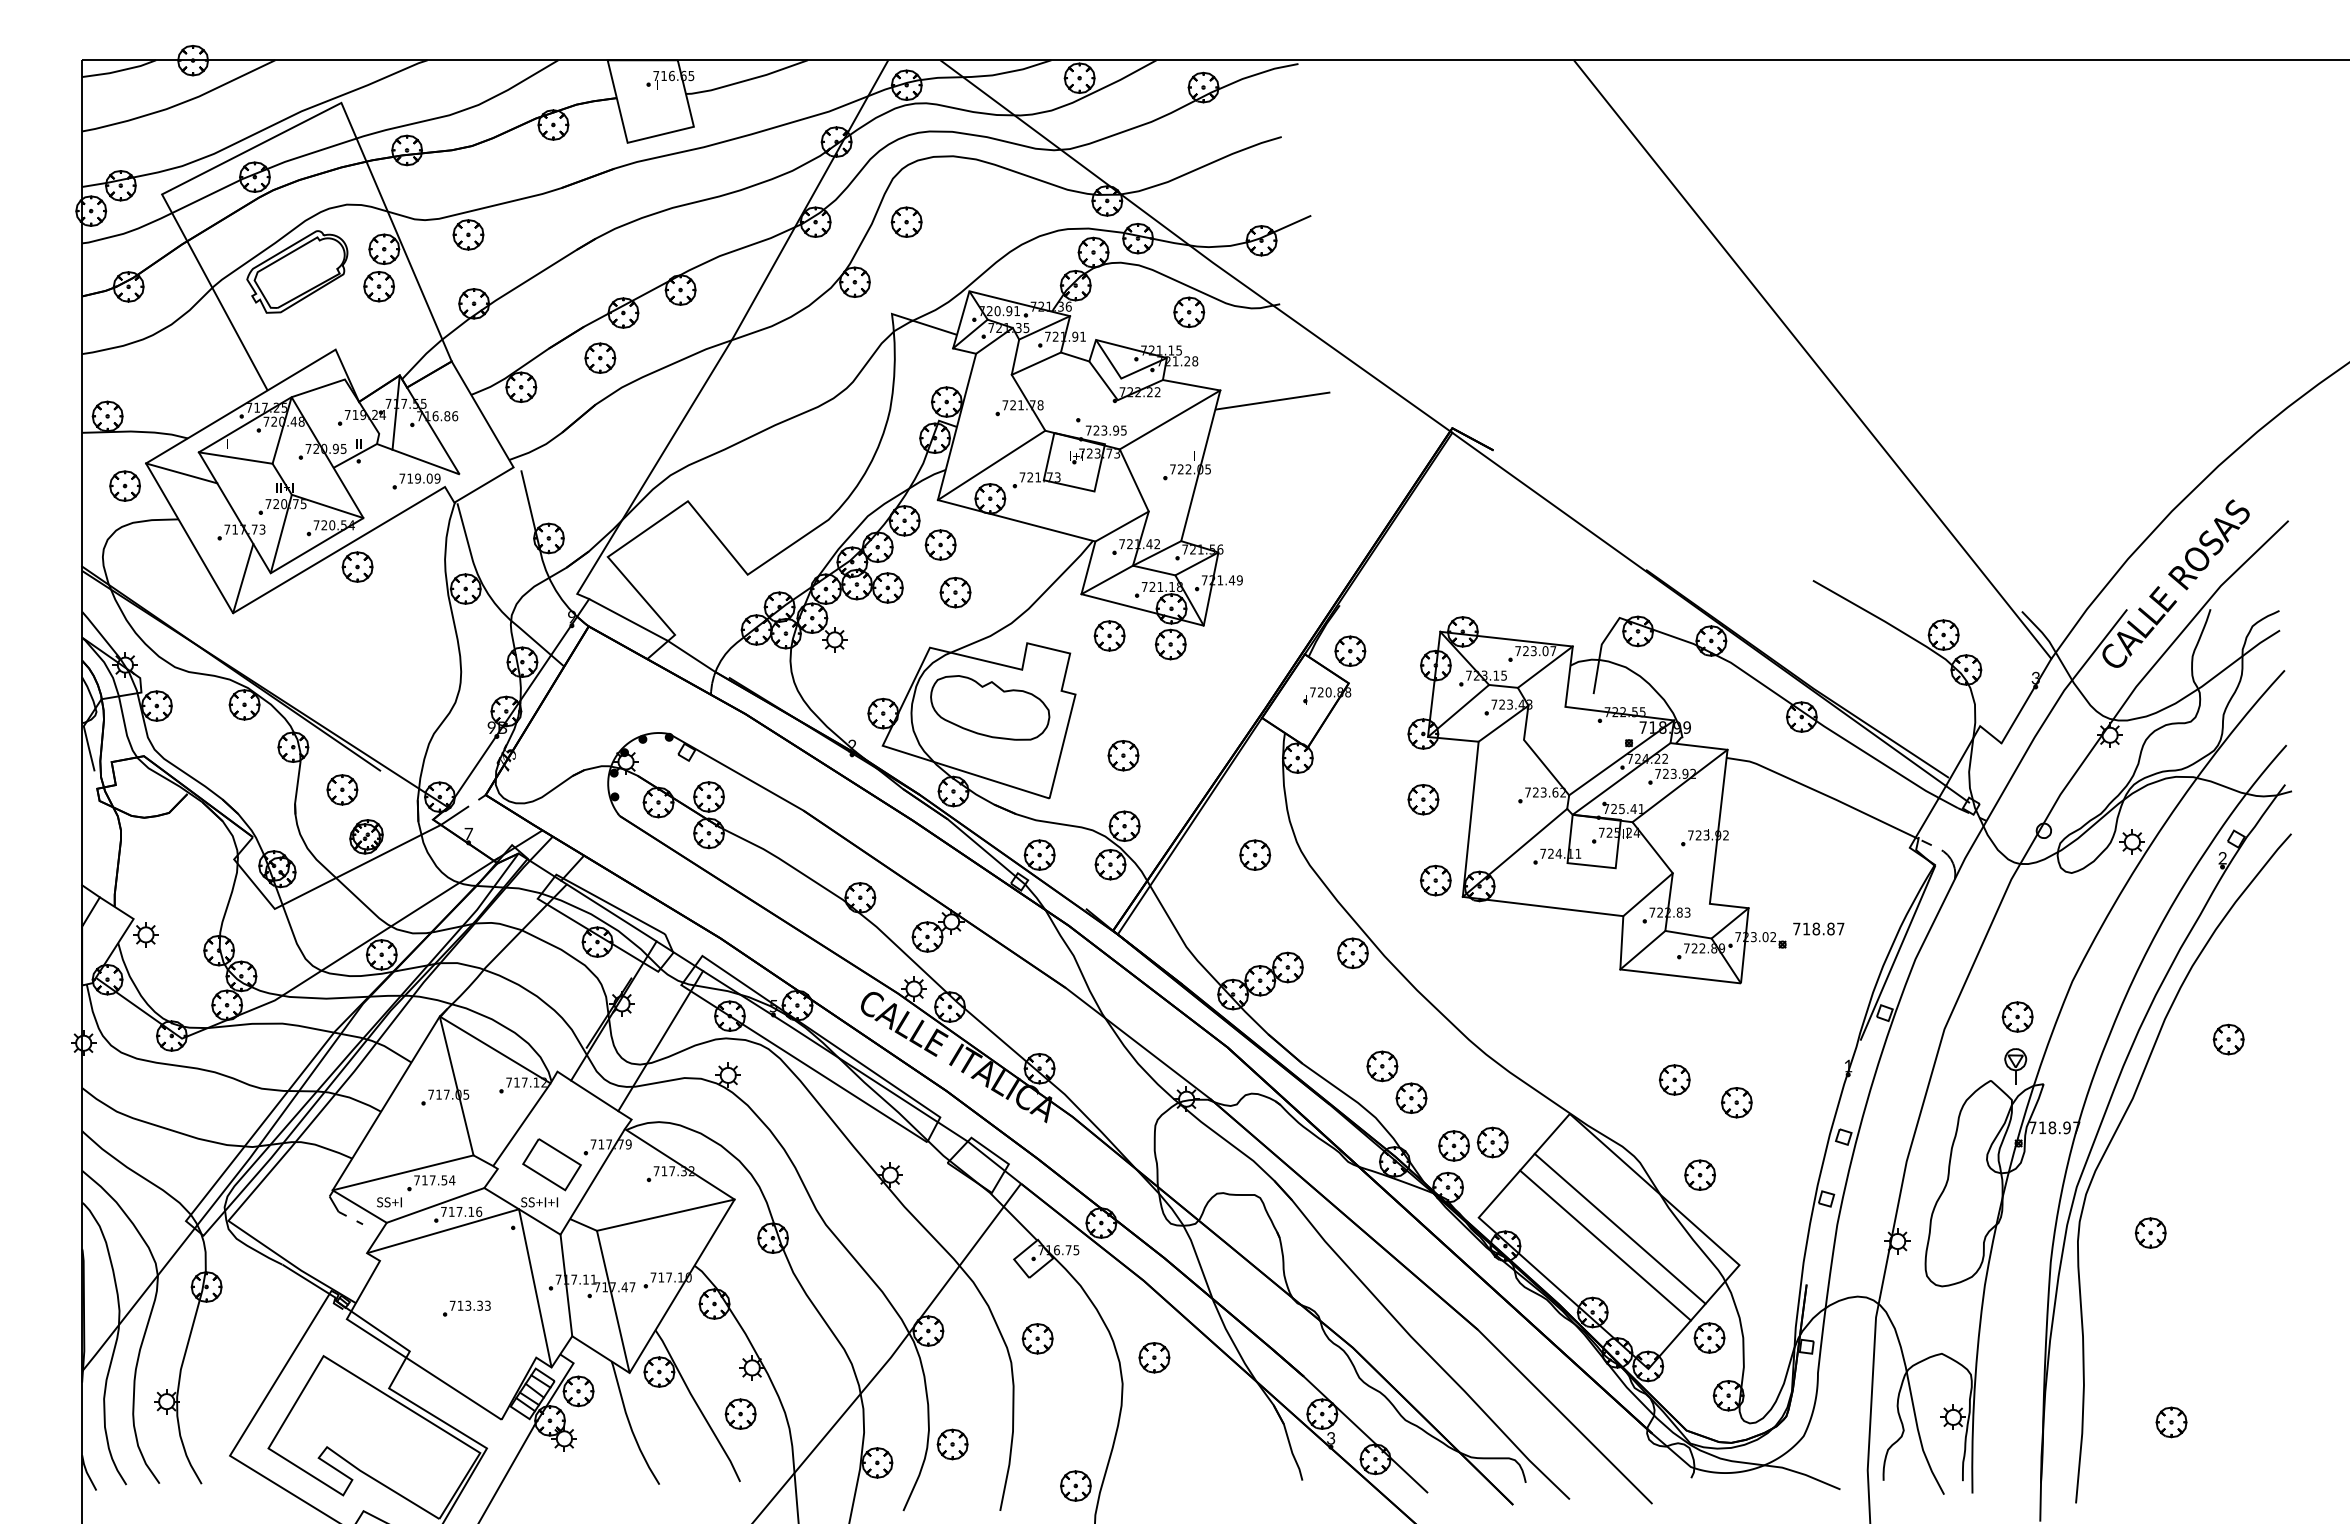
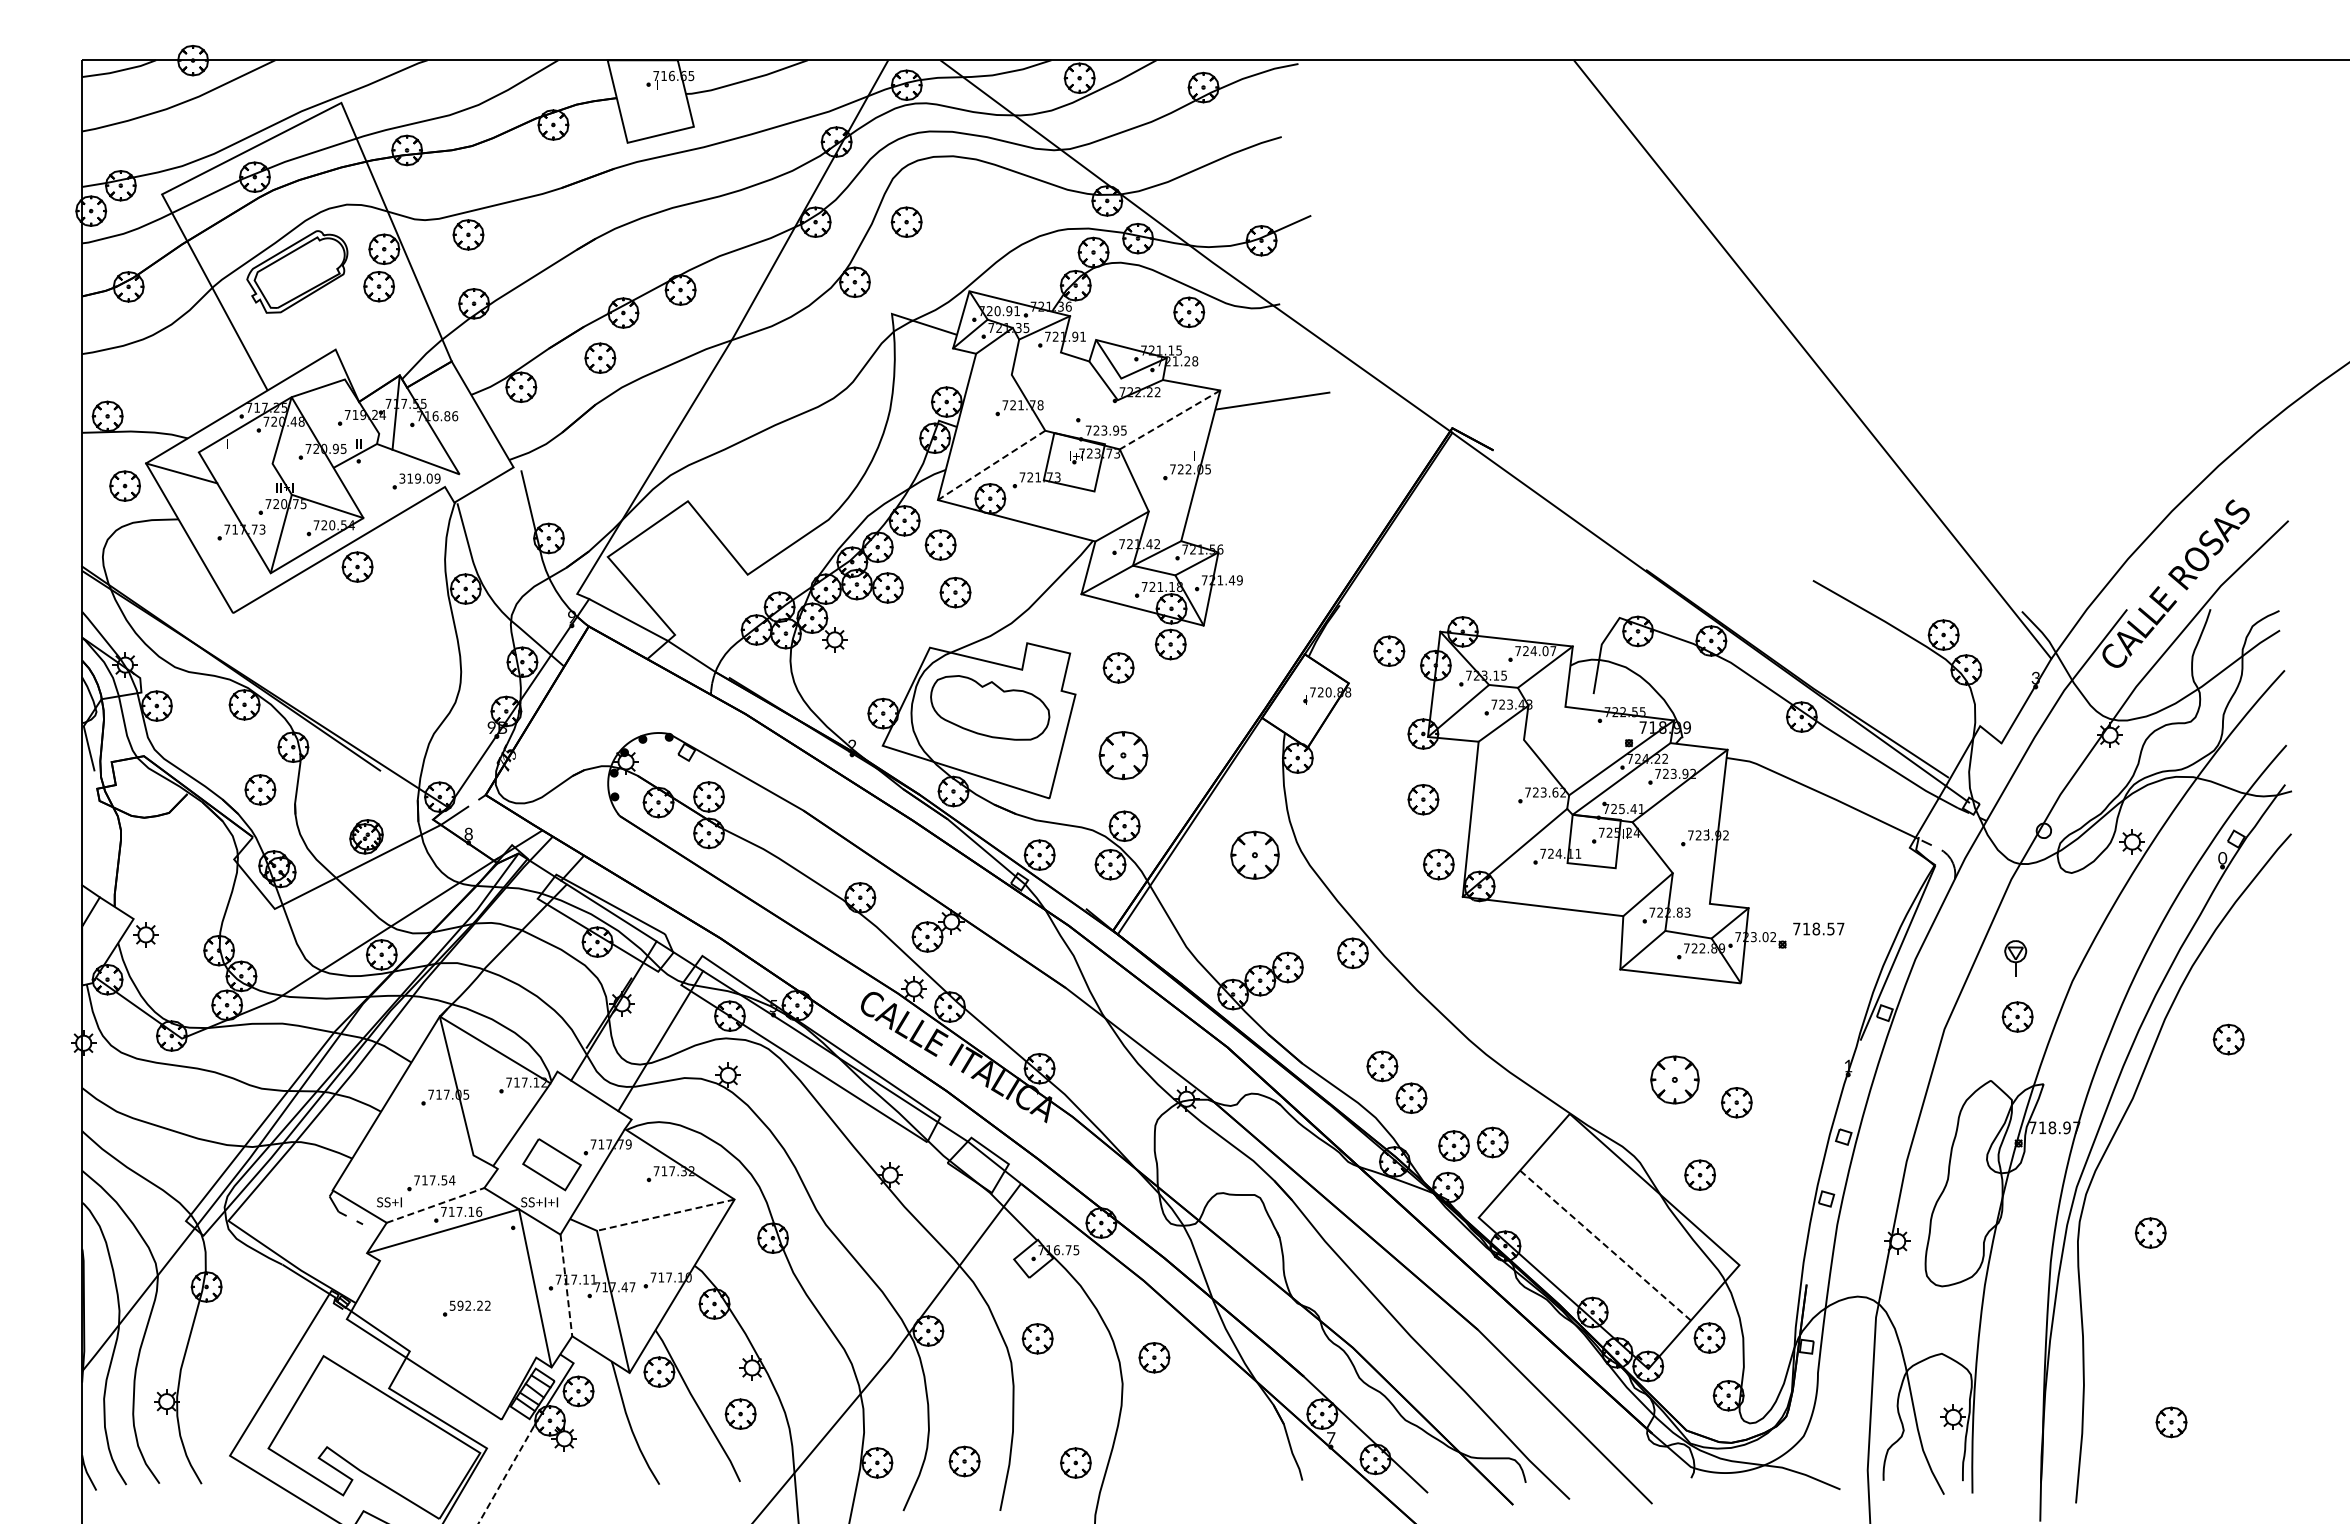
line at (1035, 363): present -> none
line at (1169, 420): solid -> dashed
line at (235, 457): present -> none
line at (991, 465): solid -> dashed
text at (402, 478): 719.09 -> 319.09
line at (243, 578): present -> none
part at (1109, 635) position: (1109, 635) -> (1118, 667)
part at (1350, 650) position: (1350, 650) -> (1389, 650)
text at (1533, 651): 723.07 -> 724.07
part at (1123, 755) size: 33x32 px -> 51x50 px
part at (342, 789) position: (342, 789) -> (260, 789)
text at (468, 833): 7 -> 8
part at (1255, 854) size: 33x32 px -> 50x50 px
text at (2222, 859): 2 -> 0
part at (1435, 880) position: (1435, 880) -> (1438, 864)
text at (1830, 928): 718.87 -> 718.57
part at (2015, 1066) position: (2015, 1066) -> (2015, 958)
part at (1674, 1079) size: 33x32 px -> 50x50 px
line at (402, 1172): present -> none
line at (435, 1205): solid -> dashed
line at (665, 1215): solid -> dashed
line at (1619, 1228): present -> none
line at (1605, 1245): solid -> dashed
line at (566, 1285): solid -> dashed
text at (469, 1305): 713.33 -> 592.22
text at (1331, 1438): 3 -> 7
part at (952, 1444) position: (952, 1444) -> (964, 1461)
line at (506, 1474): solid -> dashed
part at (1075, 1485) position: (1075, 1485) -> (1075, 1462)
